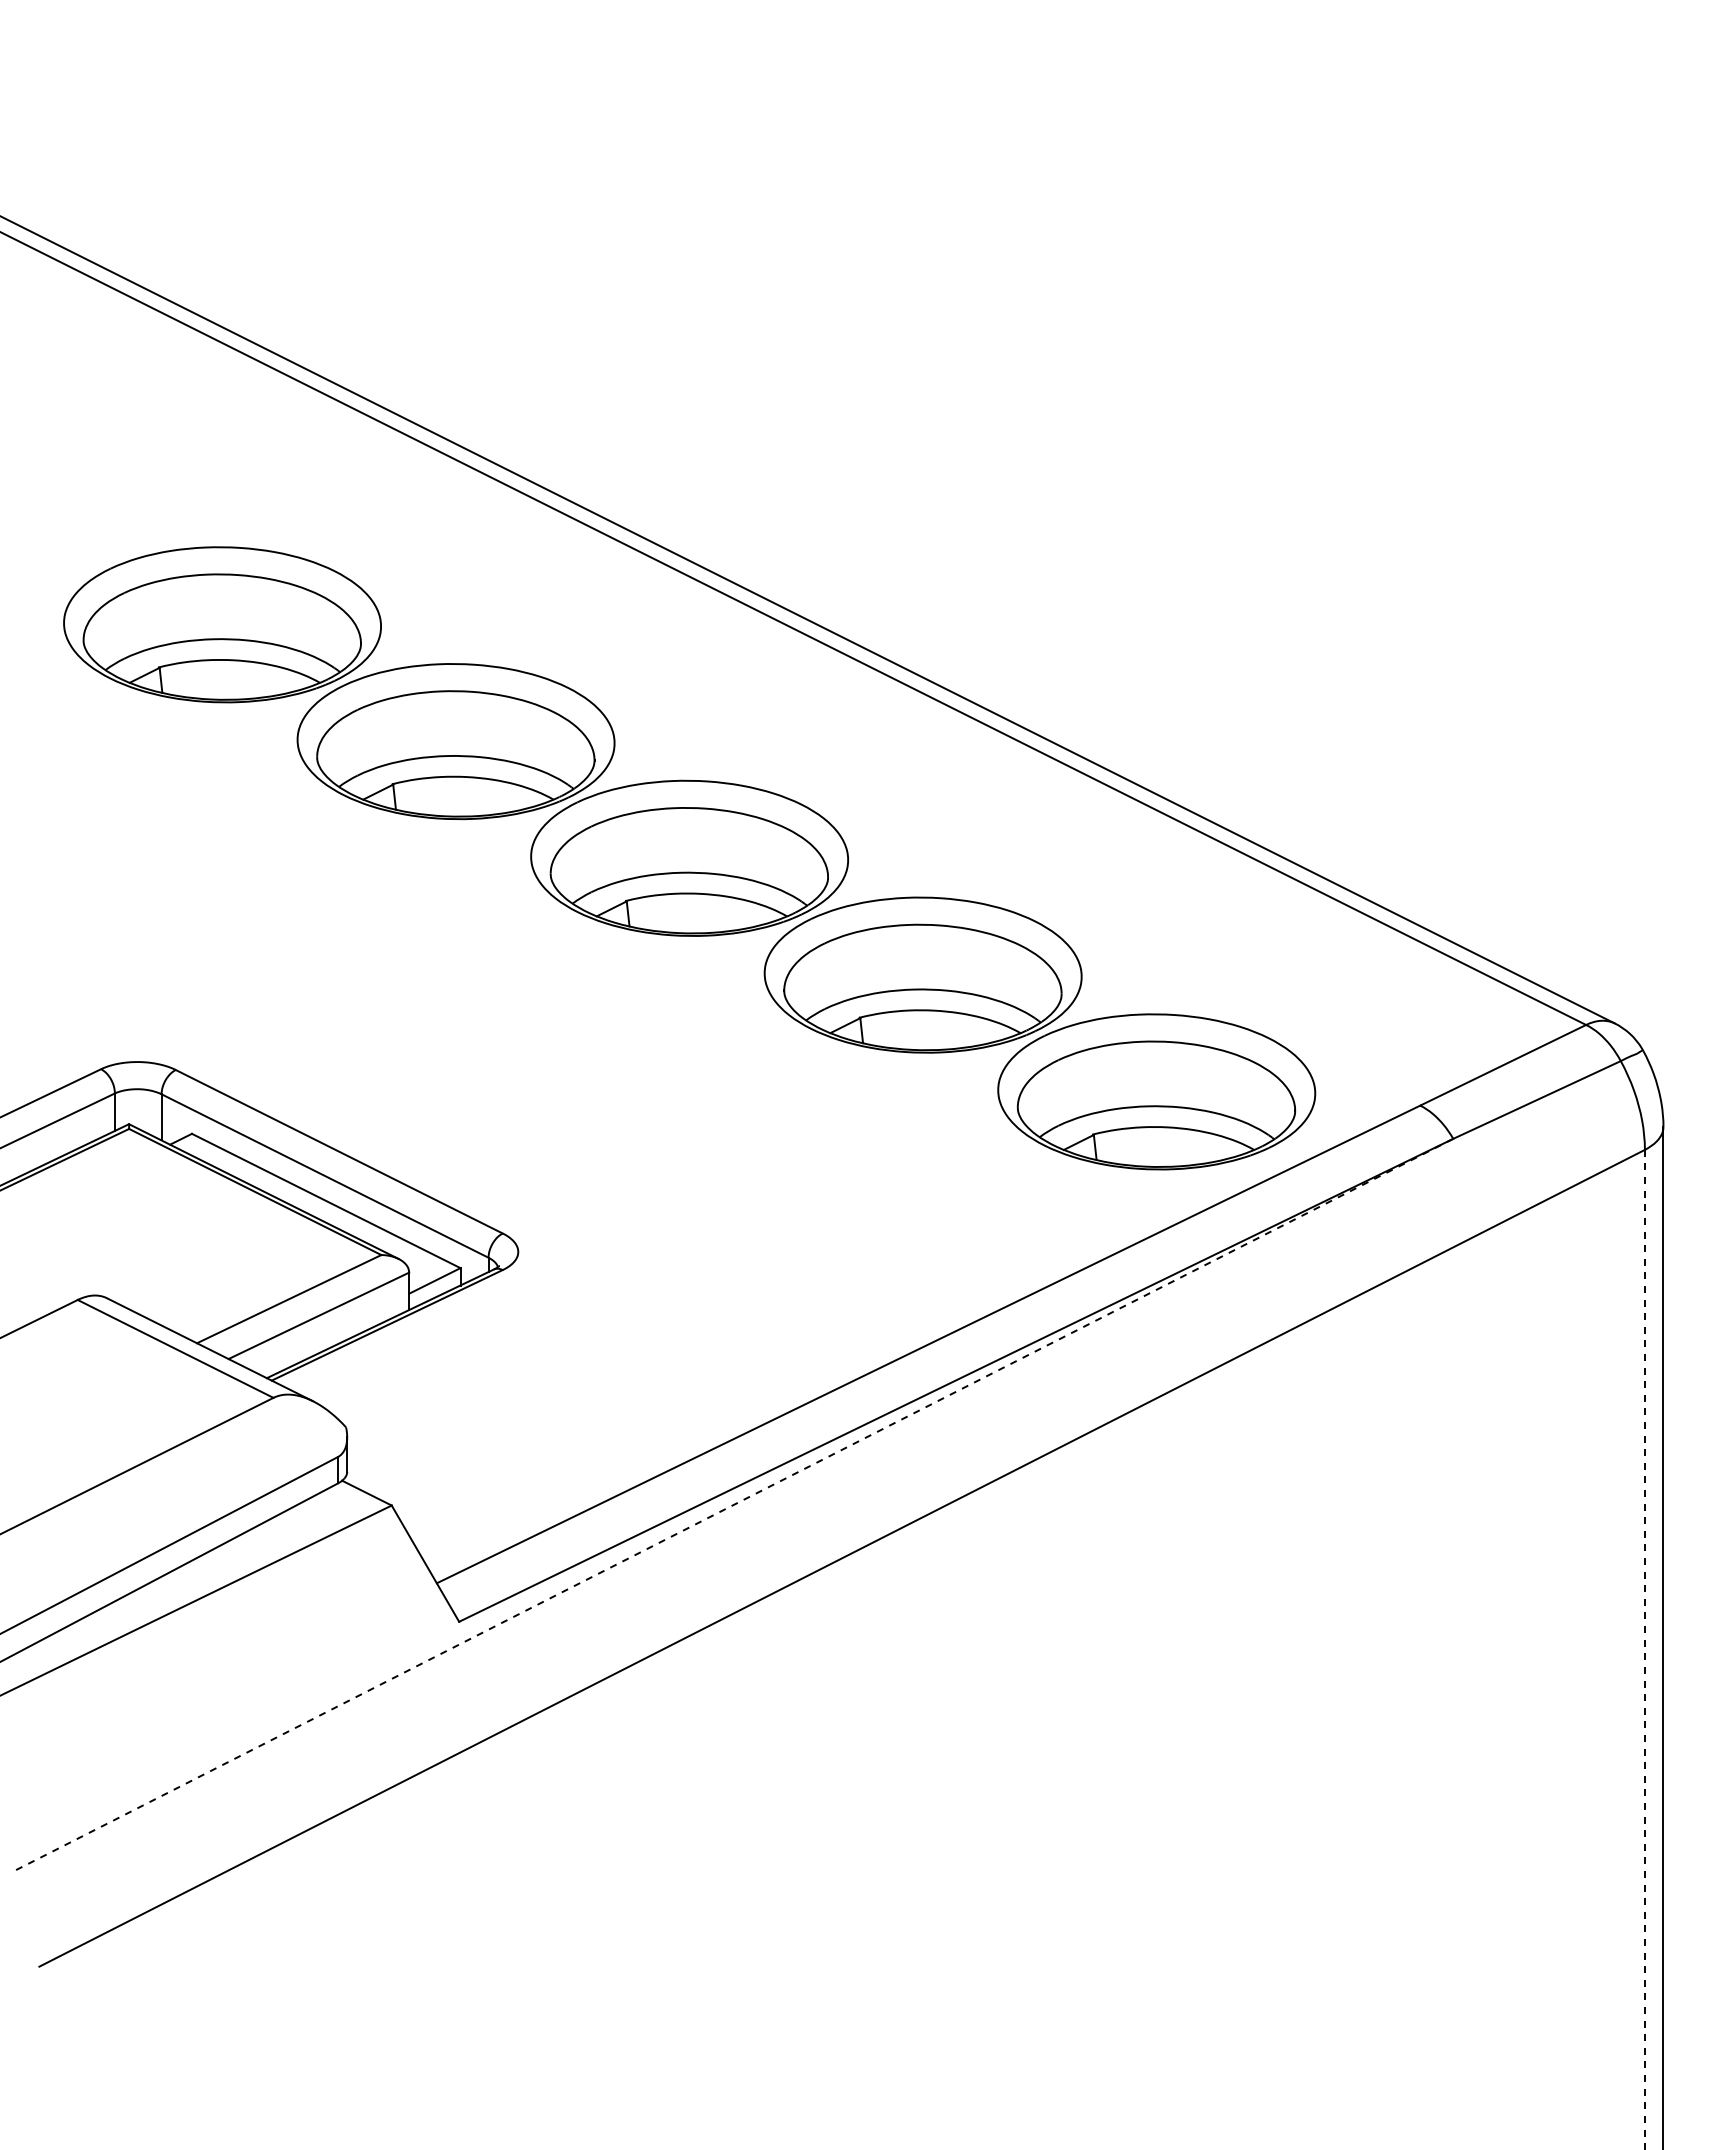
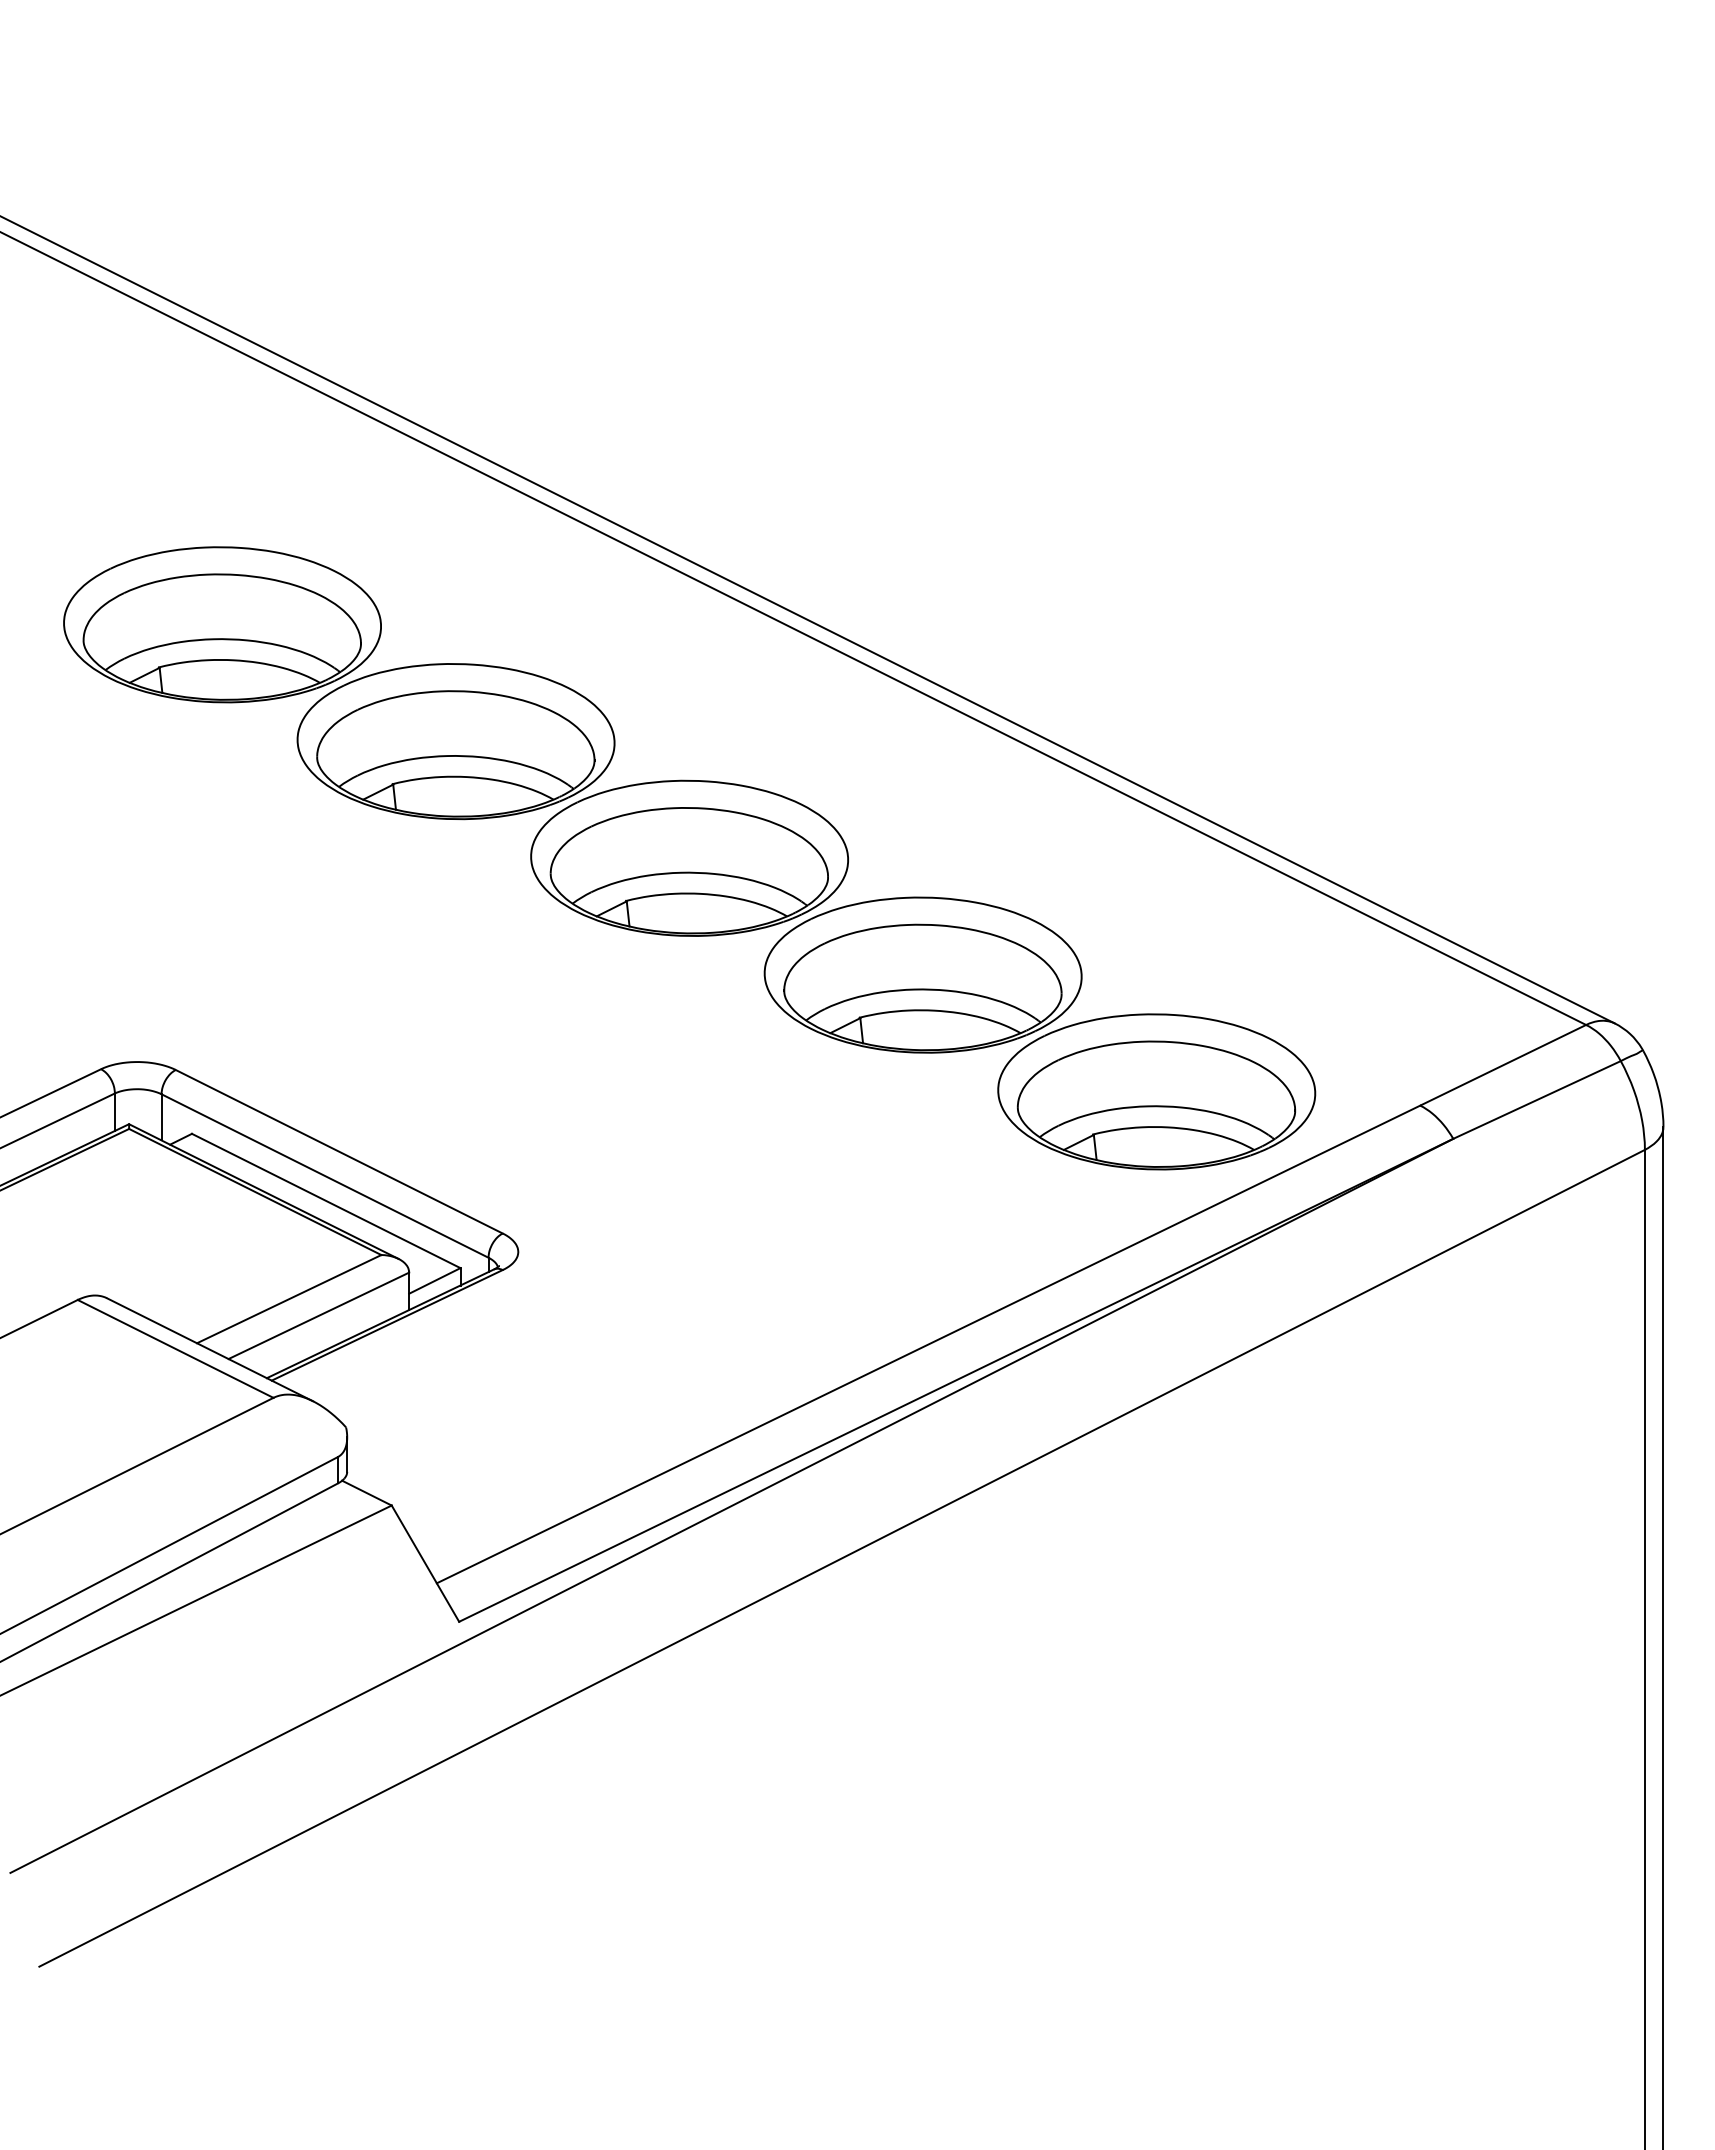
line at (731, 1506): dashed -> solid
line at (1644, 1649): dashed -> solid
